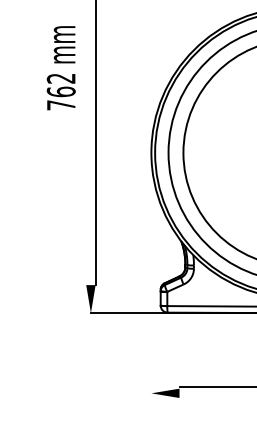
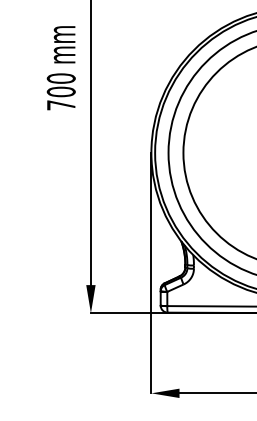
text at (60, 85): 762 -> 700
line at (95, 143) position: (95, 143) -> (90, 143)
line at (151, 273): none -> present
line at (216, 387) position: (216, 387) -> (216, 393)
